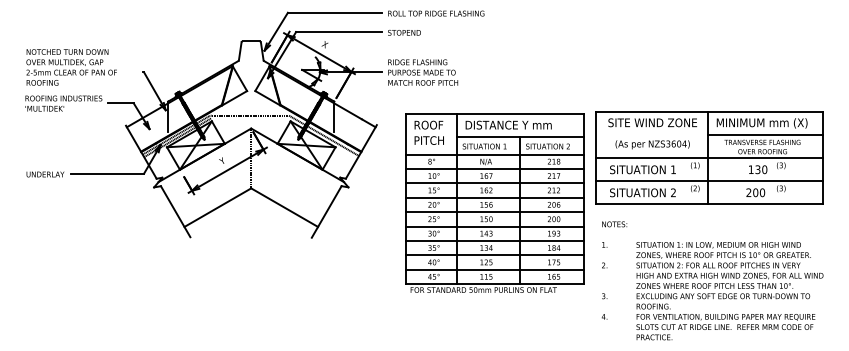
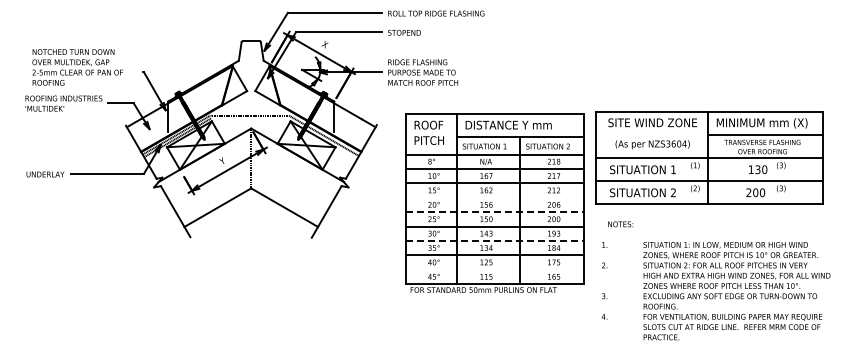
text at (71, 67) position: (71, 67) -> (77, 67)
line at (494, 197): present -> none
line at (494, 212): solid -> dashed
text at (614, 224) position: (614, 224) -> (620, 224)
line at (494, 240): solid -> dashed
line at (494, 269): present -> none
text at (729, 291) position: (729, 291) -> (736, 291)
